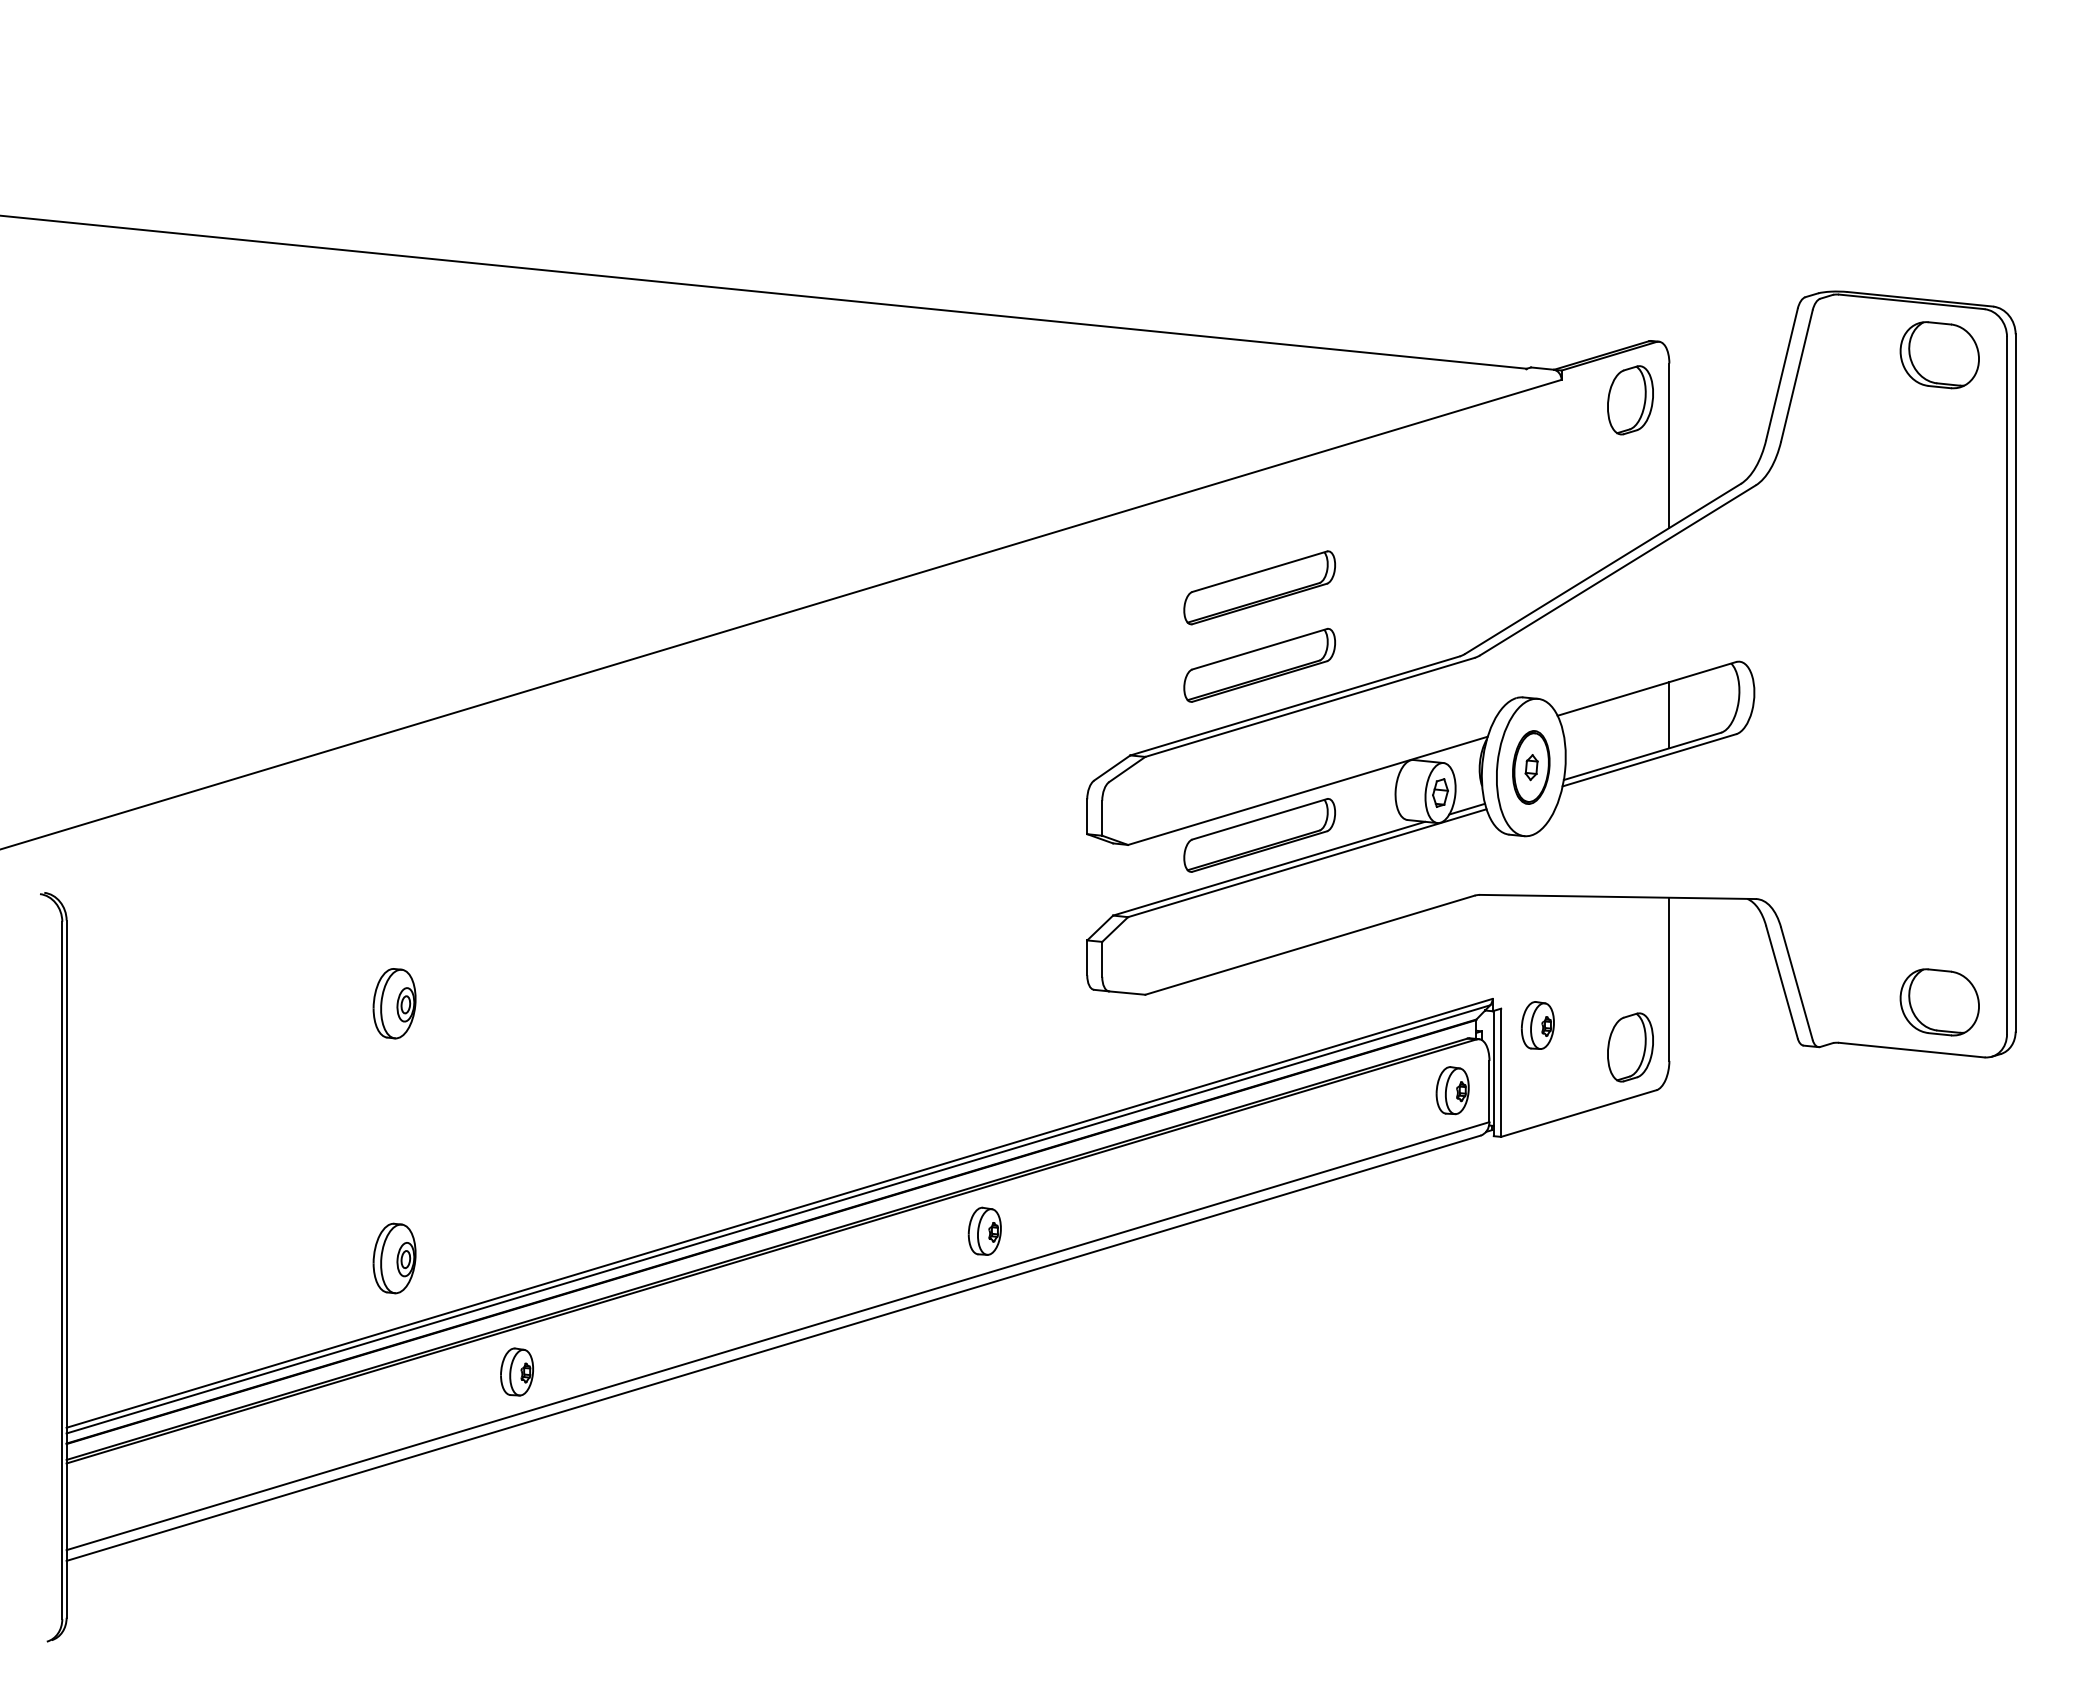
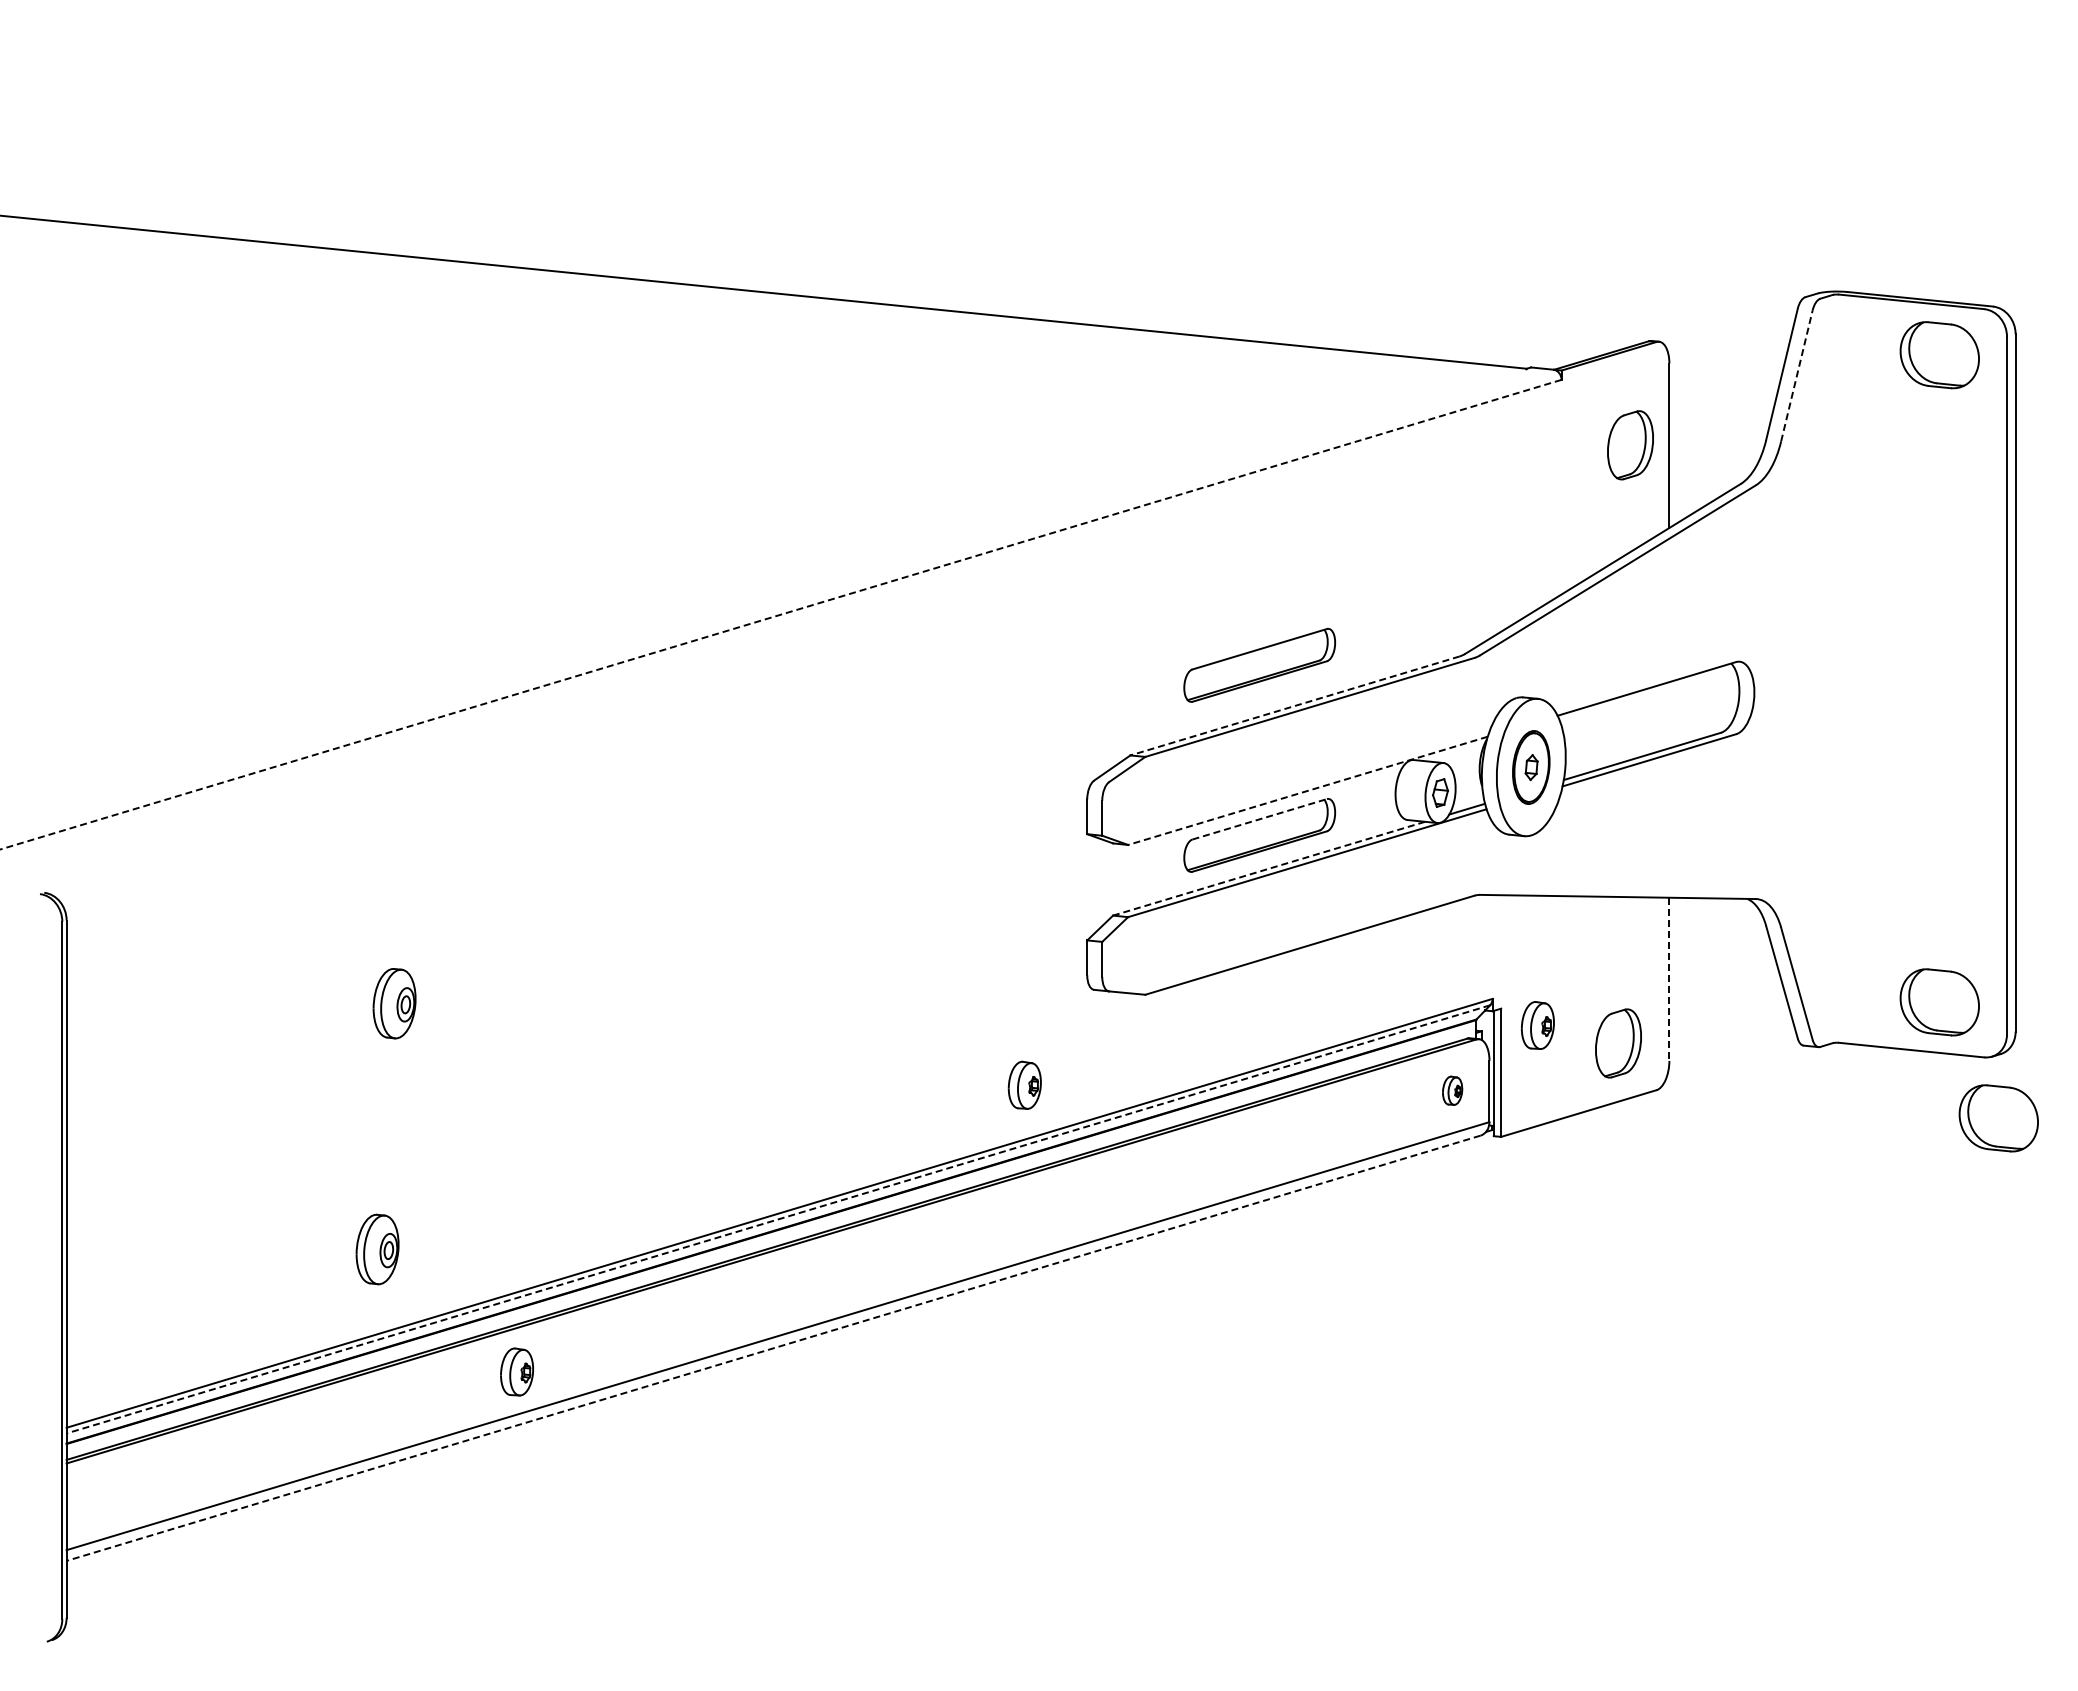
line at (1797, 375): solid -> dashed
part at (1630, 400) position: (1630, 400) -> (1630, 445)
part at (1259, 587): present -> none
line at (781, 614): solid -> dashed
line at (1295, 705): solid -> dashed
line at (1669, 715): present -> none
line at (1307, 790): solid -> dashed
line at (1260, 819): solid -> dashed
line at (1269, 868): solid -> dashed
line at (1669, 979): solid -> dashed
part at (1630, 1047) position: (1630, 1047) -> (1618, 1043)
part at (1452, 1090) size: 35x50 px -> 22x31 px
part at (1998, 1118): none -> present
line at (777, 1219): solid -> dashed
part at (984, 1230) position: (984, 1230) -> (1024, 1084)
part at (394, 1258) position: (394, 1258) -> (377, 1249)
line at (773, 1348): solid -> dashed
